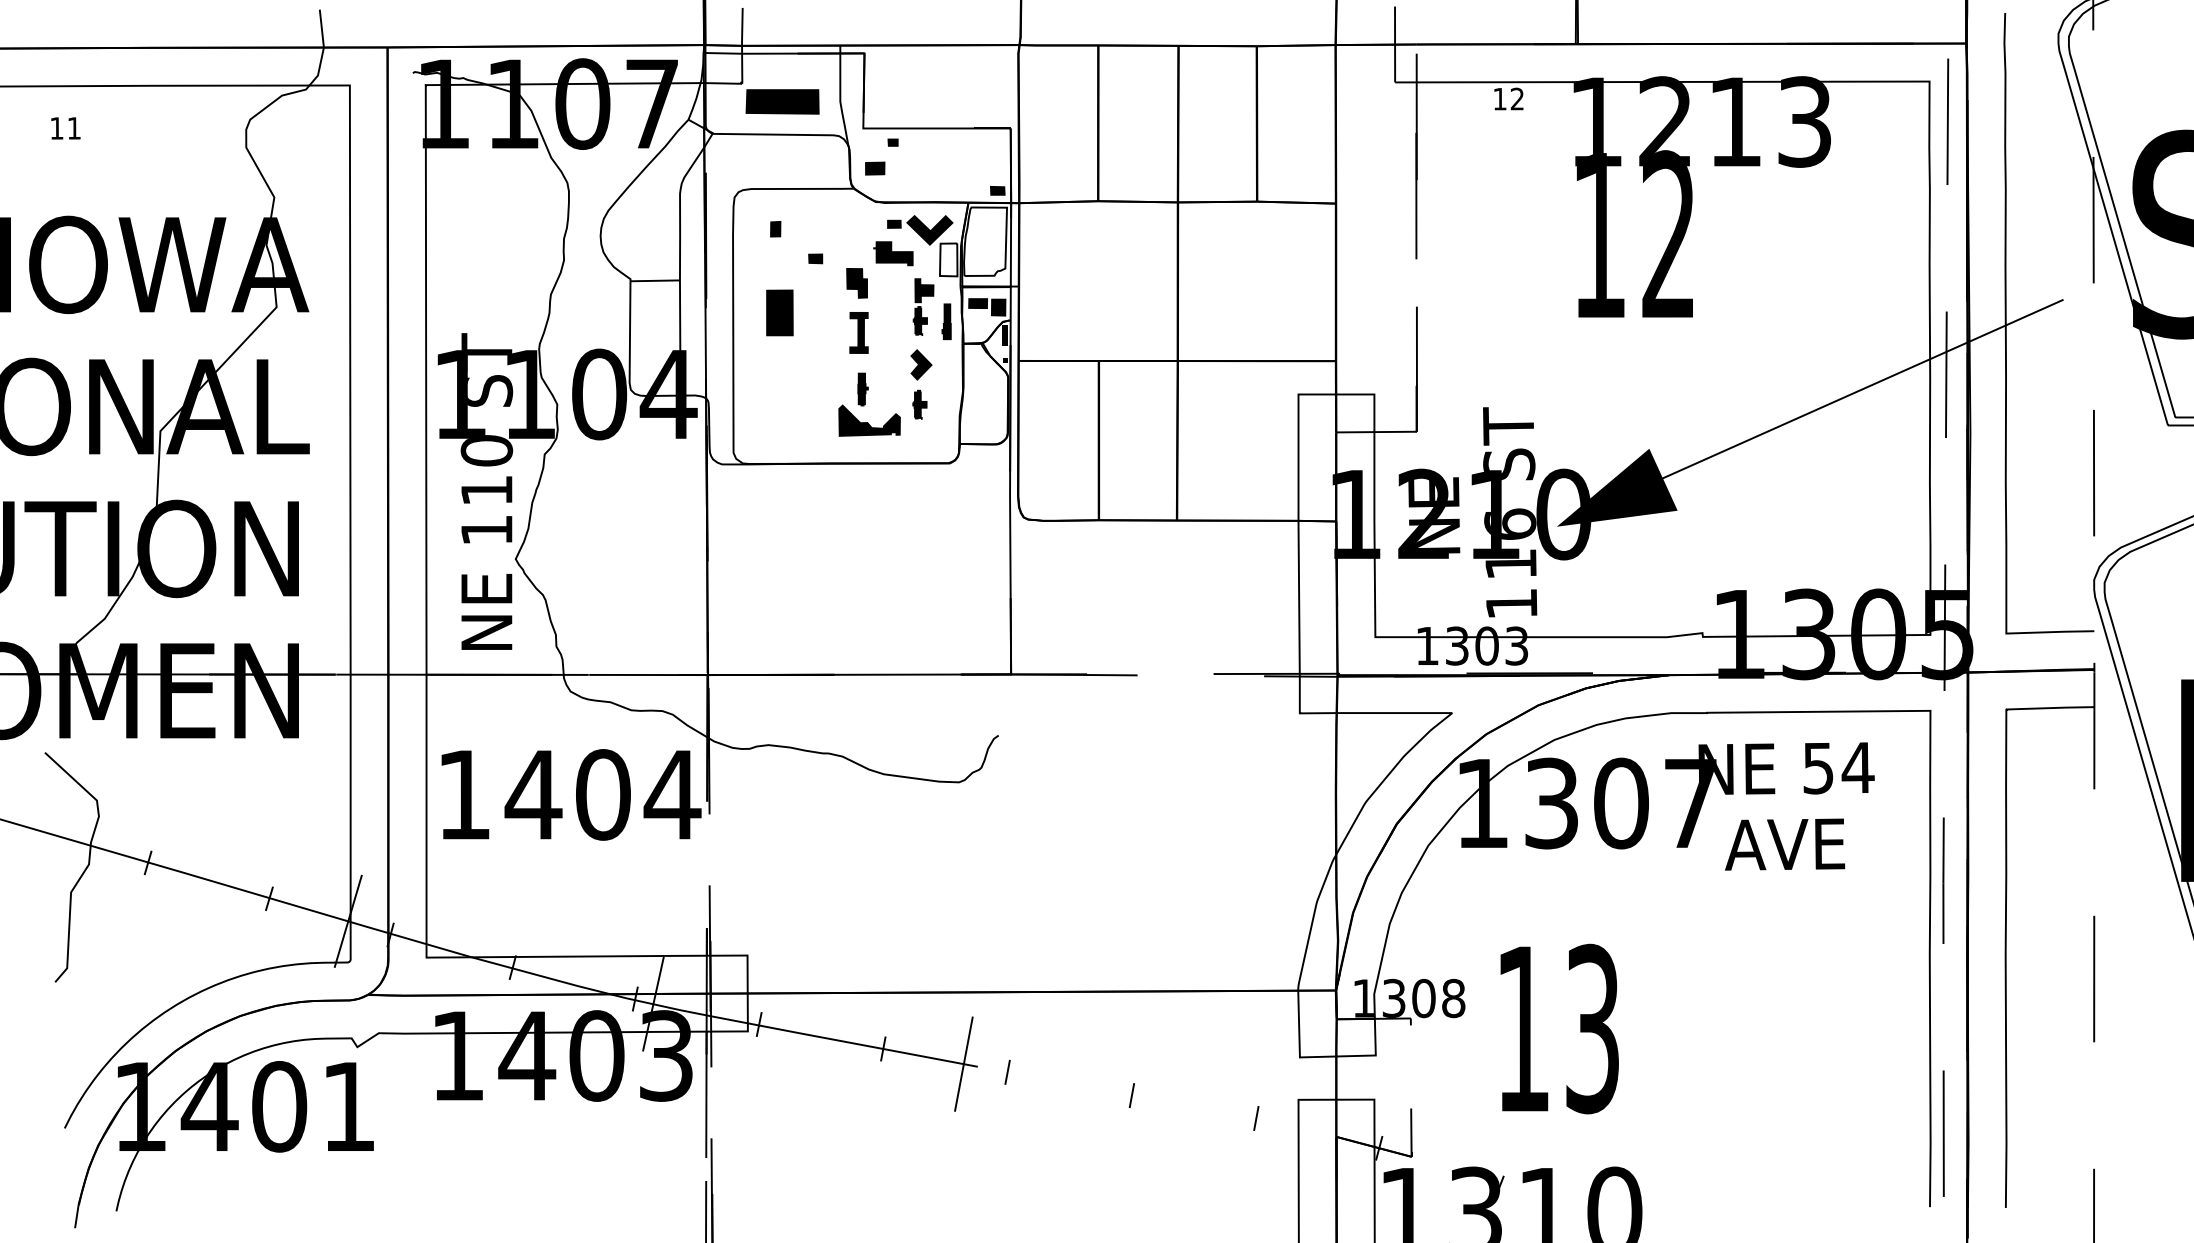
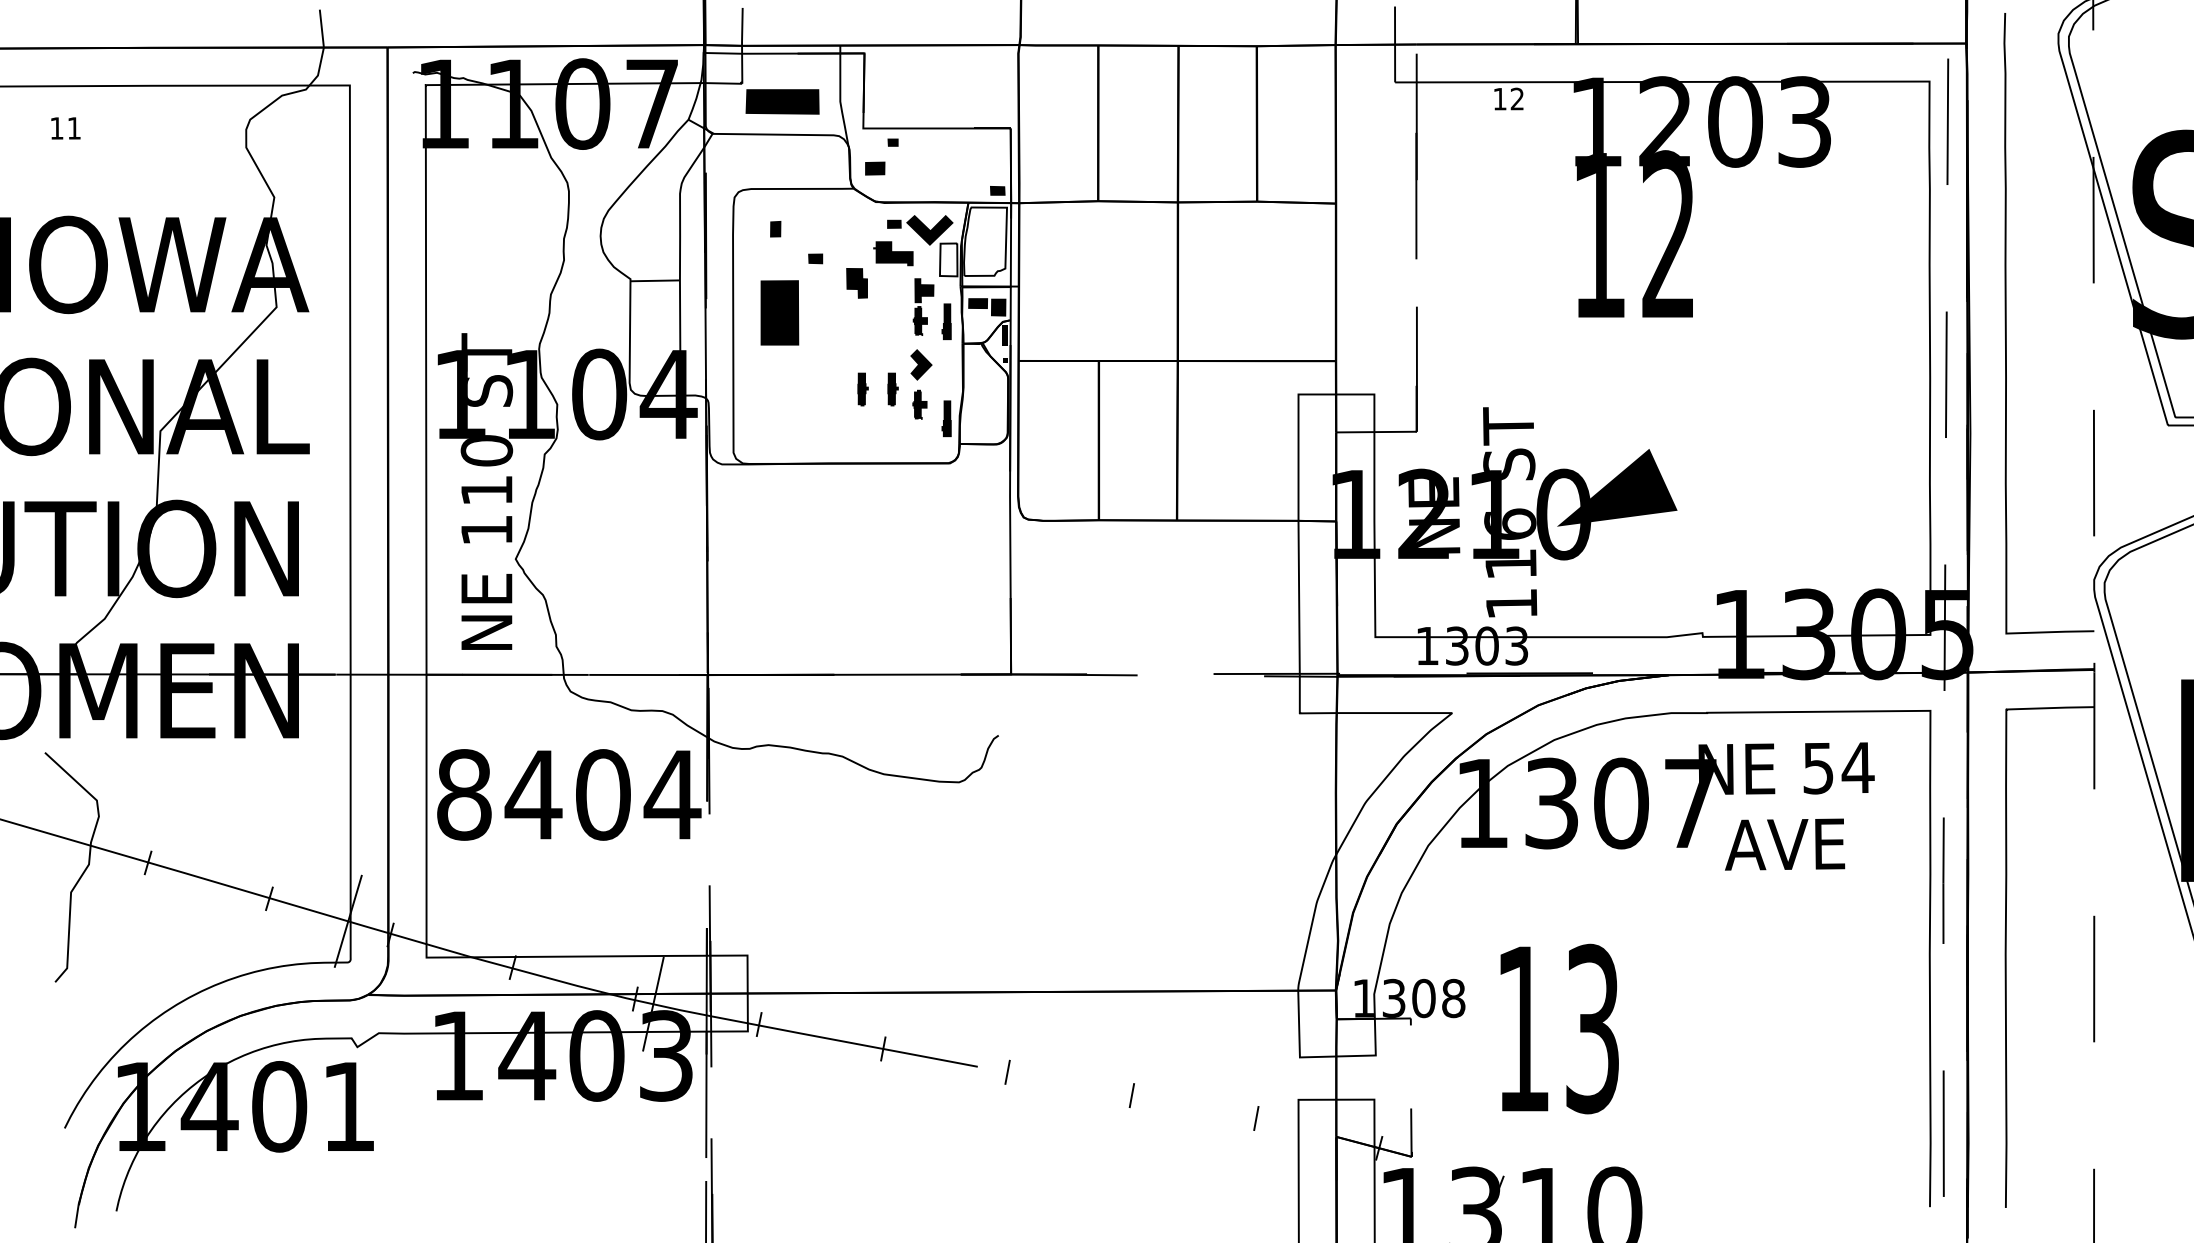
text at (1735, 121): 1213 -> 1203
part at (779, 312) size: 28x48 px -> 40x66 px
fill at (858, 332): present -> none
part at (892, 389): none -> present
line at (1862, 389): present -> none
part at (946, 418): none -> present
fill at (869, 420): present -> none
text at (464, 794): 1404 -> 8404
line at (963, 1063): present -> none
